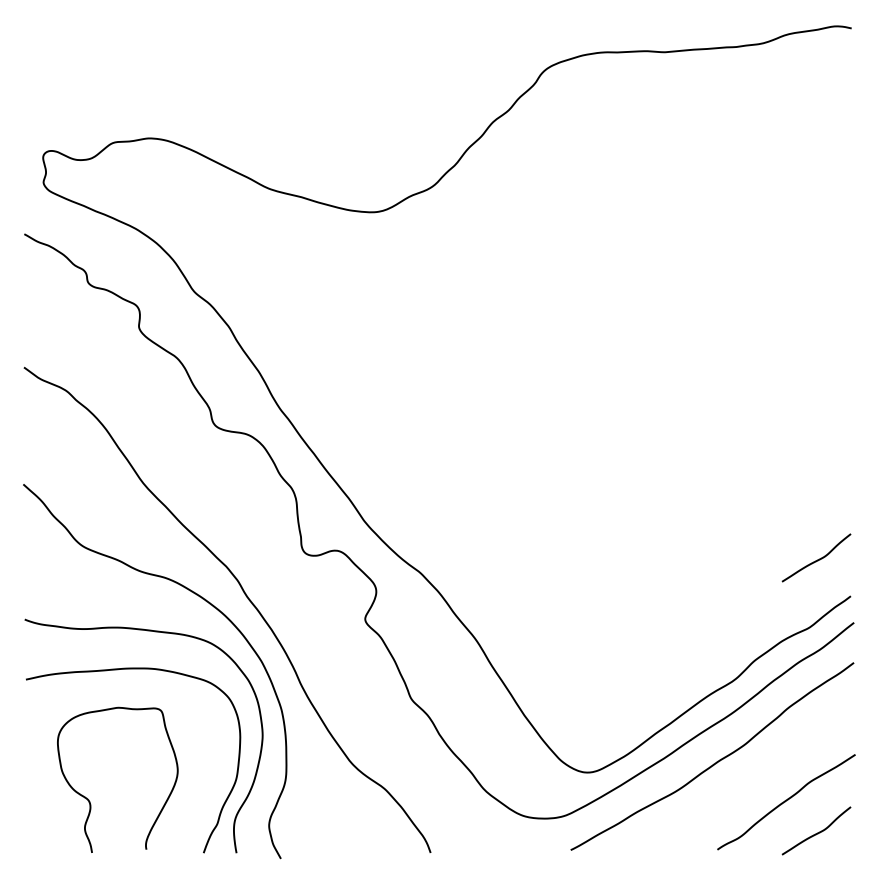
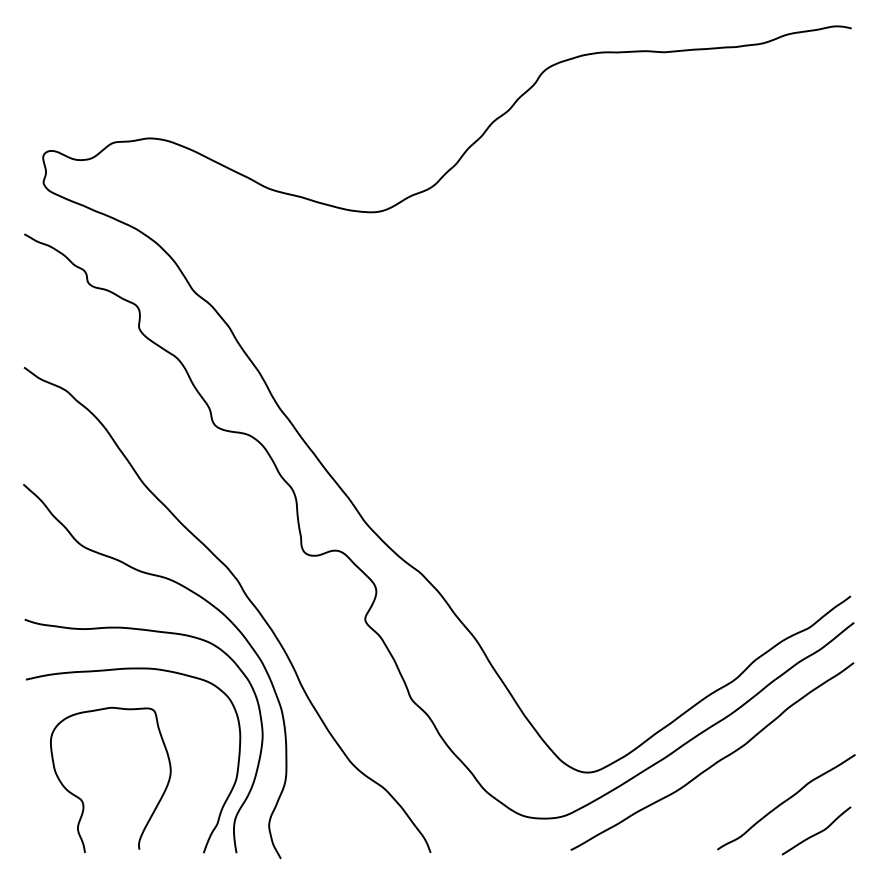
curve at (817, 559): present -> none
curve at (88, 798) position: (88, 798) -> (81, 798)
